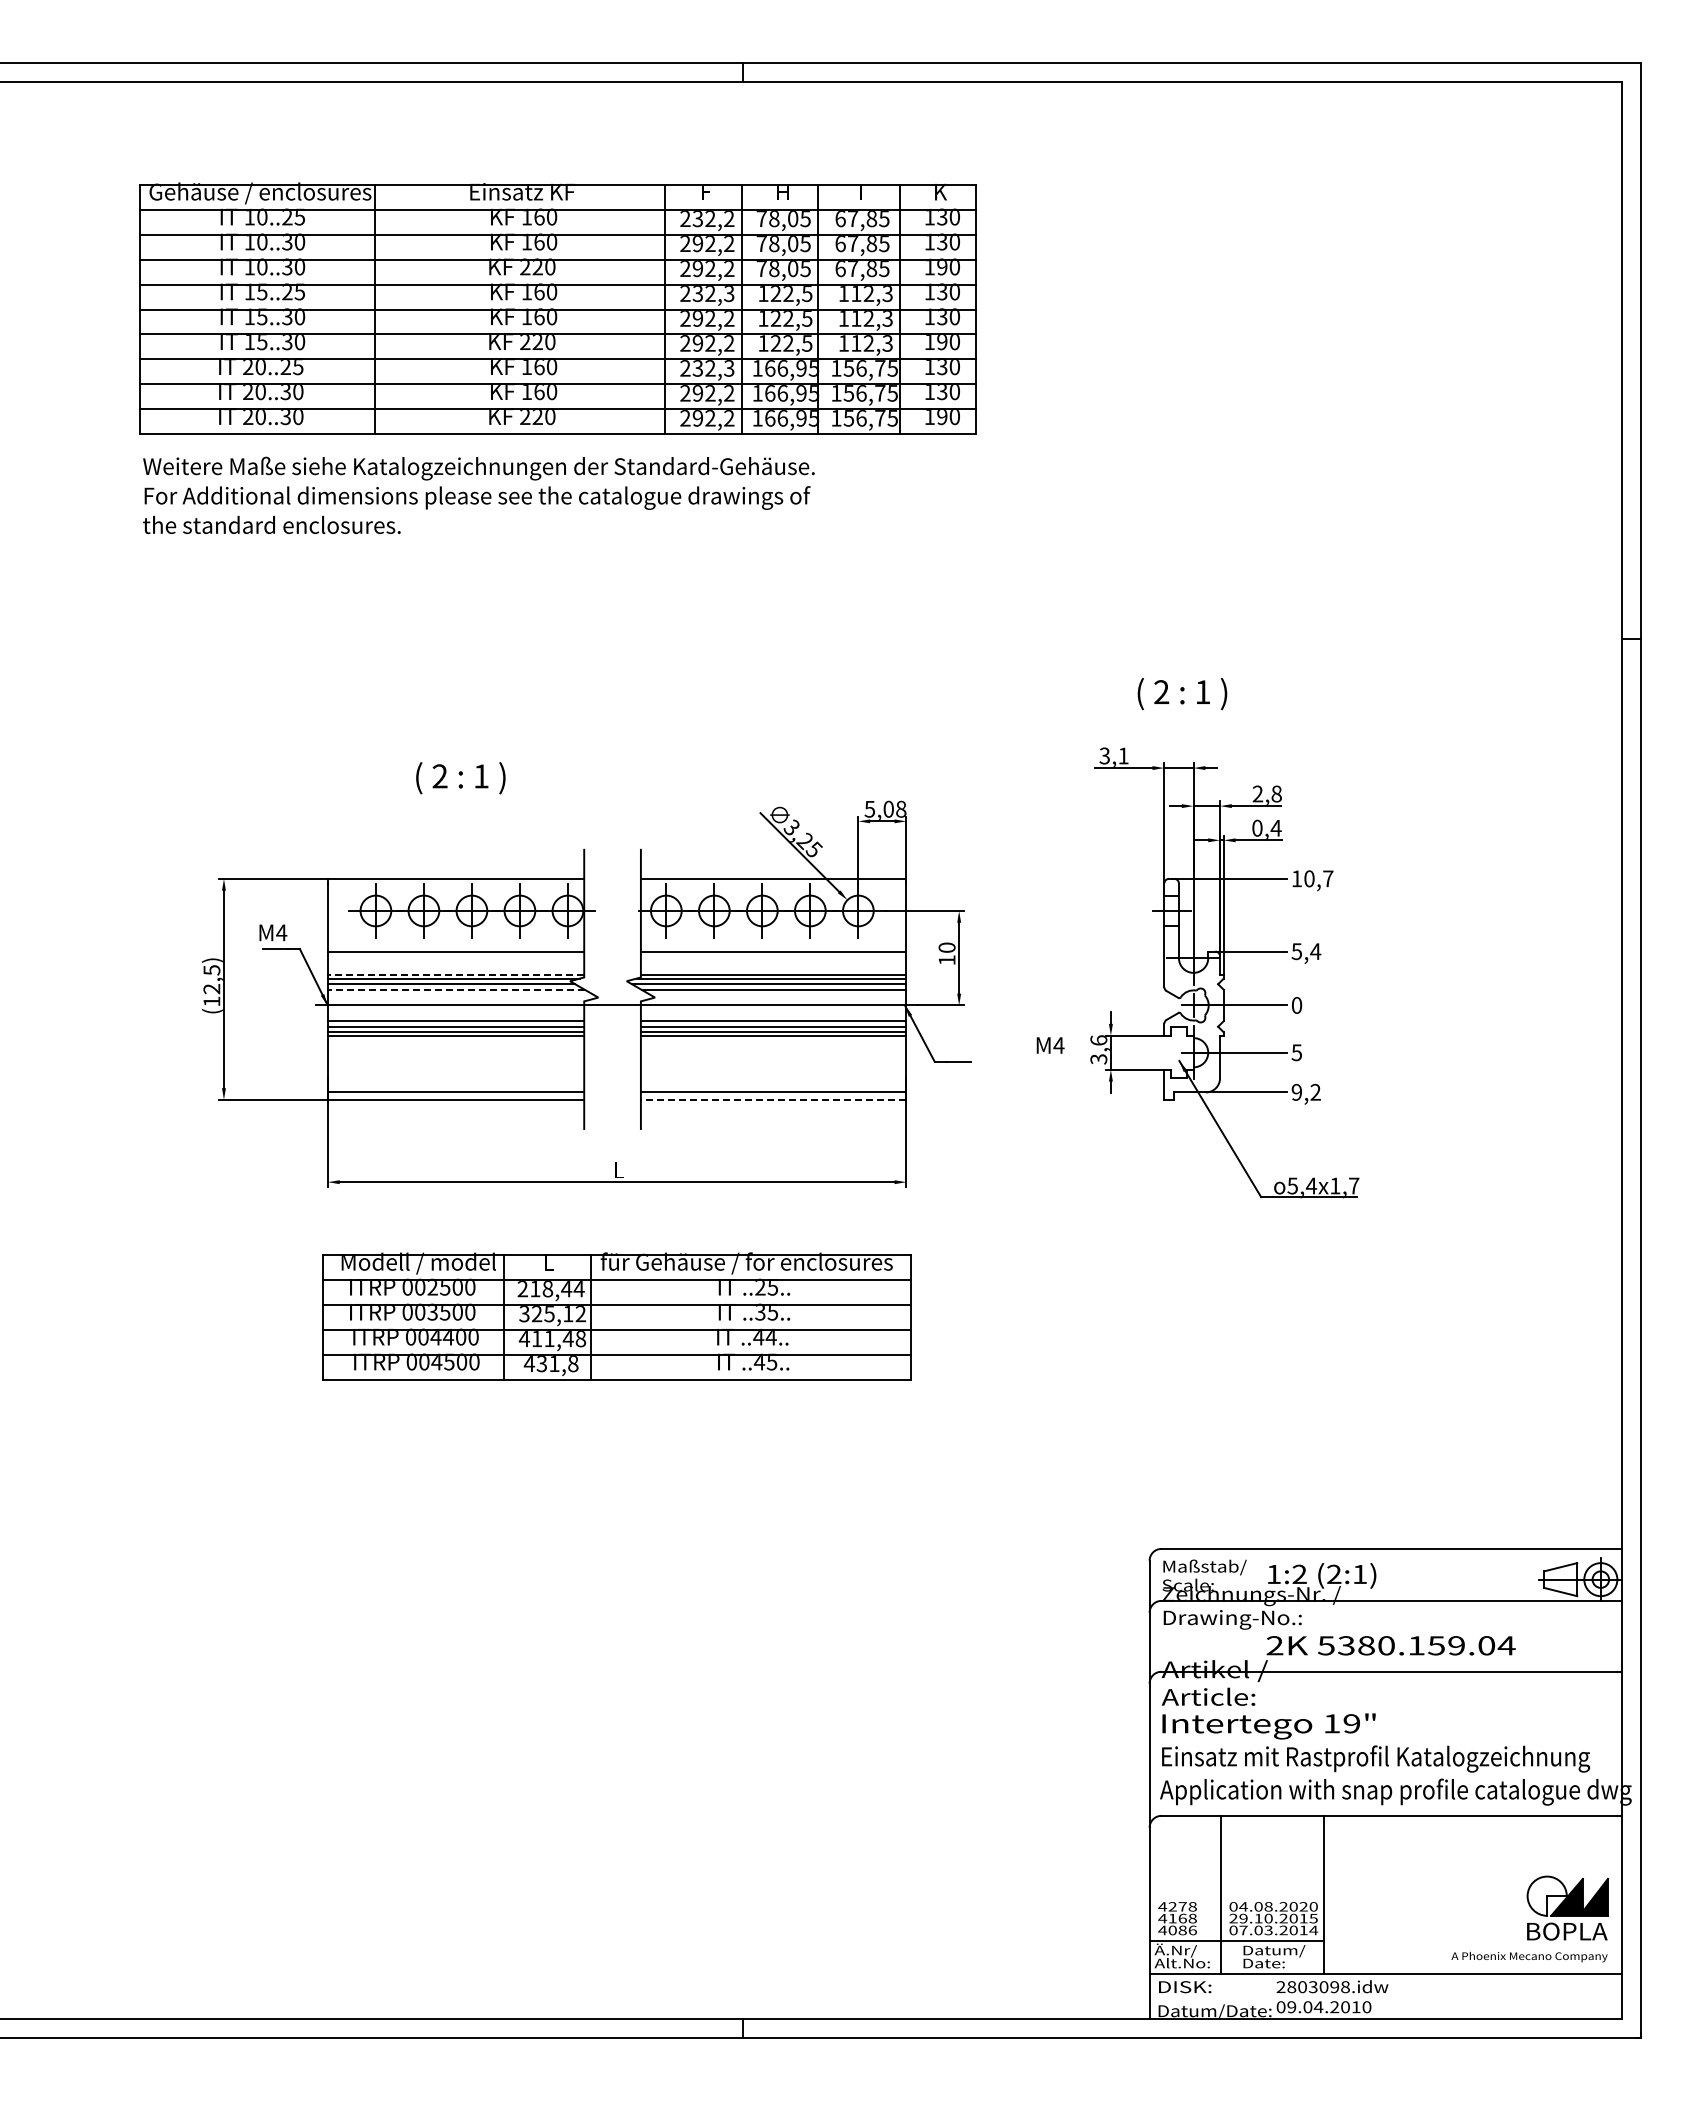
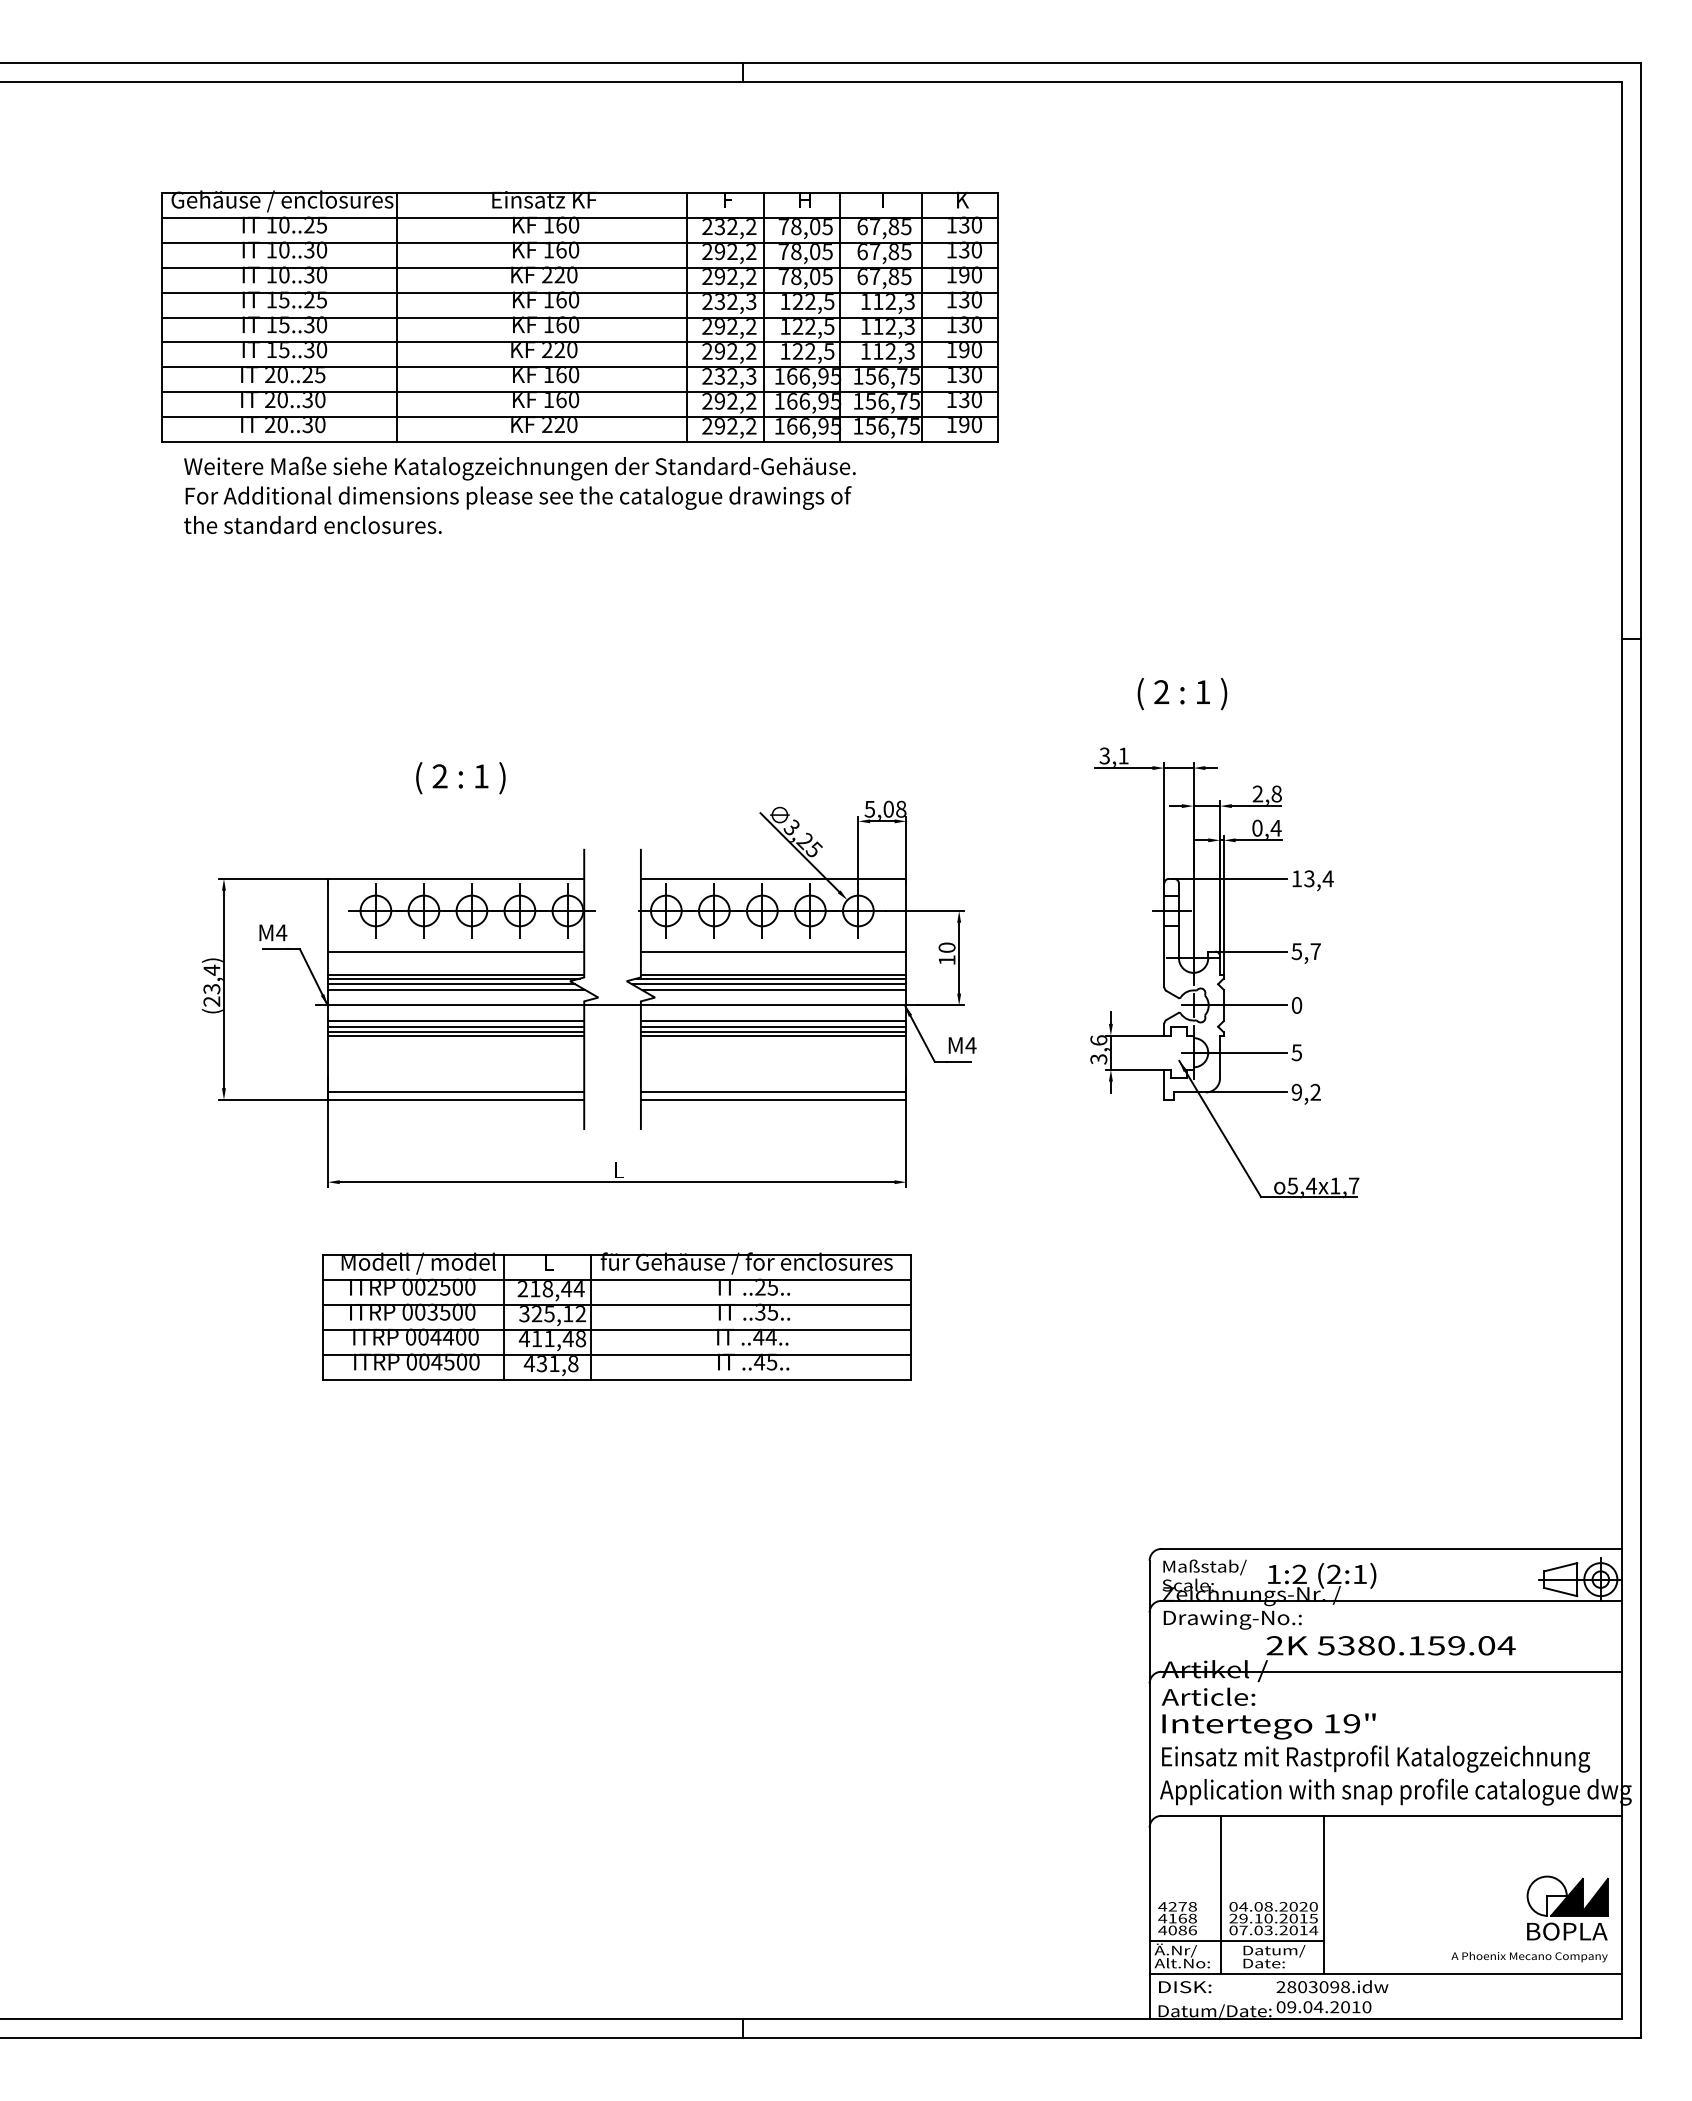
part at (557, 308) position: (557, 308) -> (579, 316)
text at (478, 494) position: (478, 494) -> (519, 494)
text at (1318, 878): 10,7 -> 13,4
text at (1315, 951): 5,4 -> 5,7
line at (455, 974): dashed -> solid
text at (211, 985): (12,5) -> (23,4)
line at (456, 989): dashed -> solid
text at (1050, 1045) position: (1050, 1045) -> (962, 1045)
line at (773, 1099): dashed -> solid
